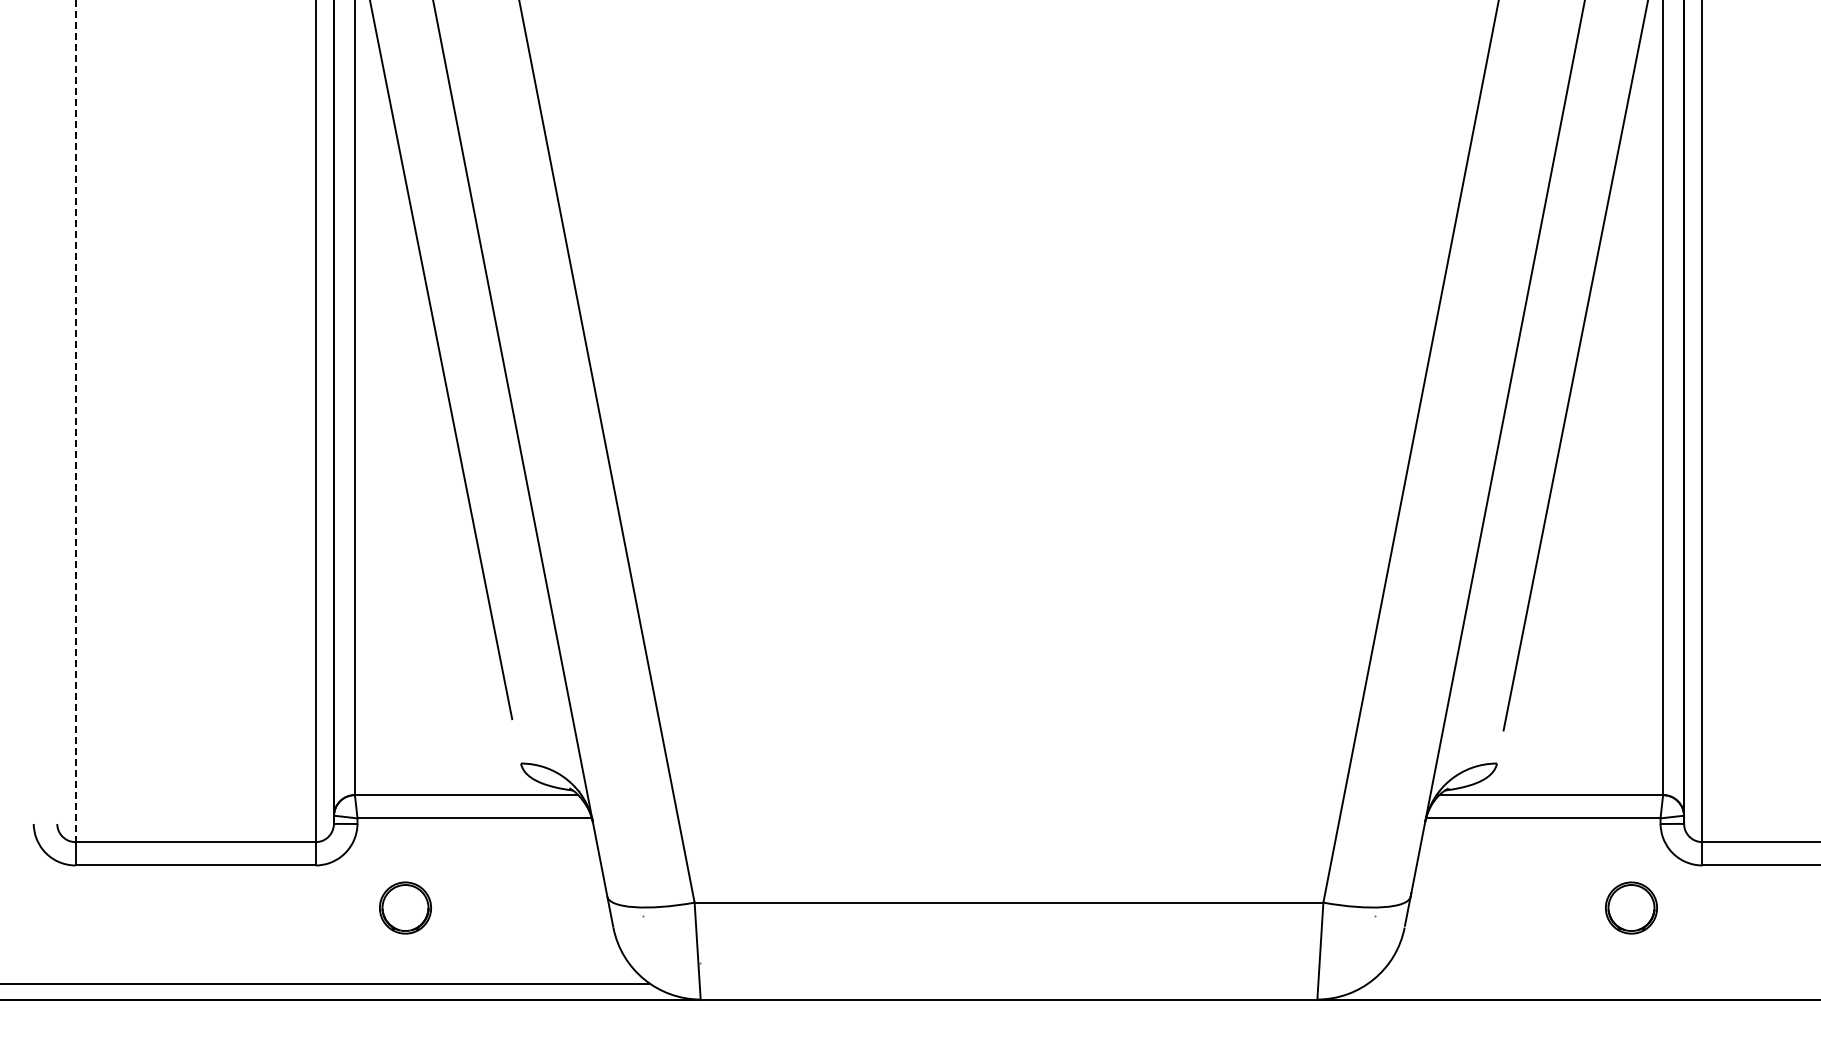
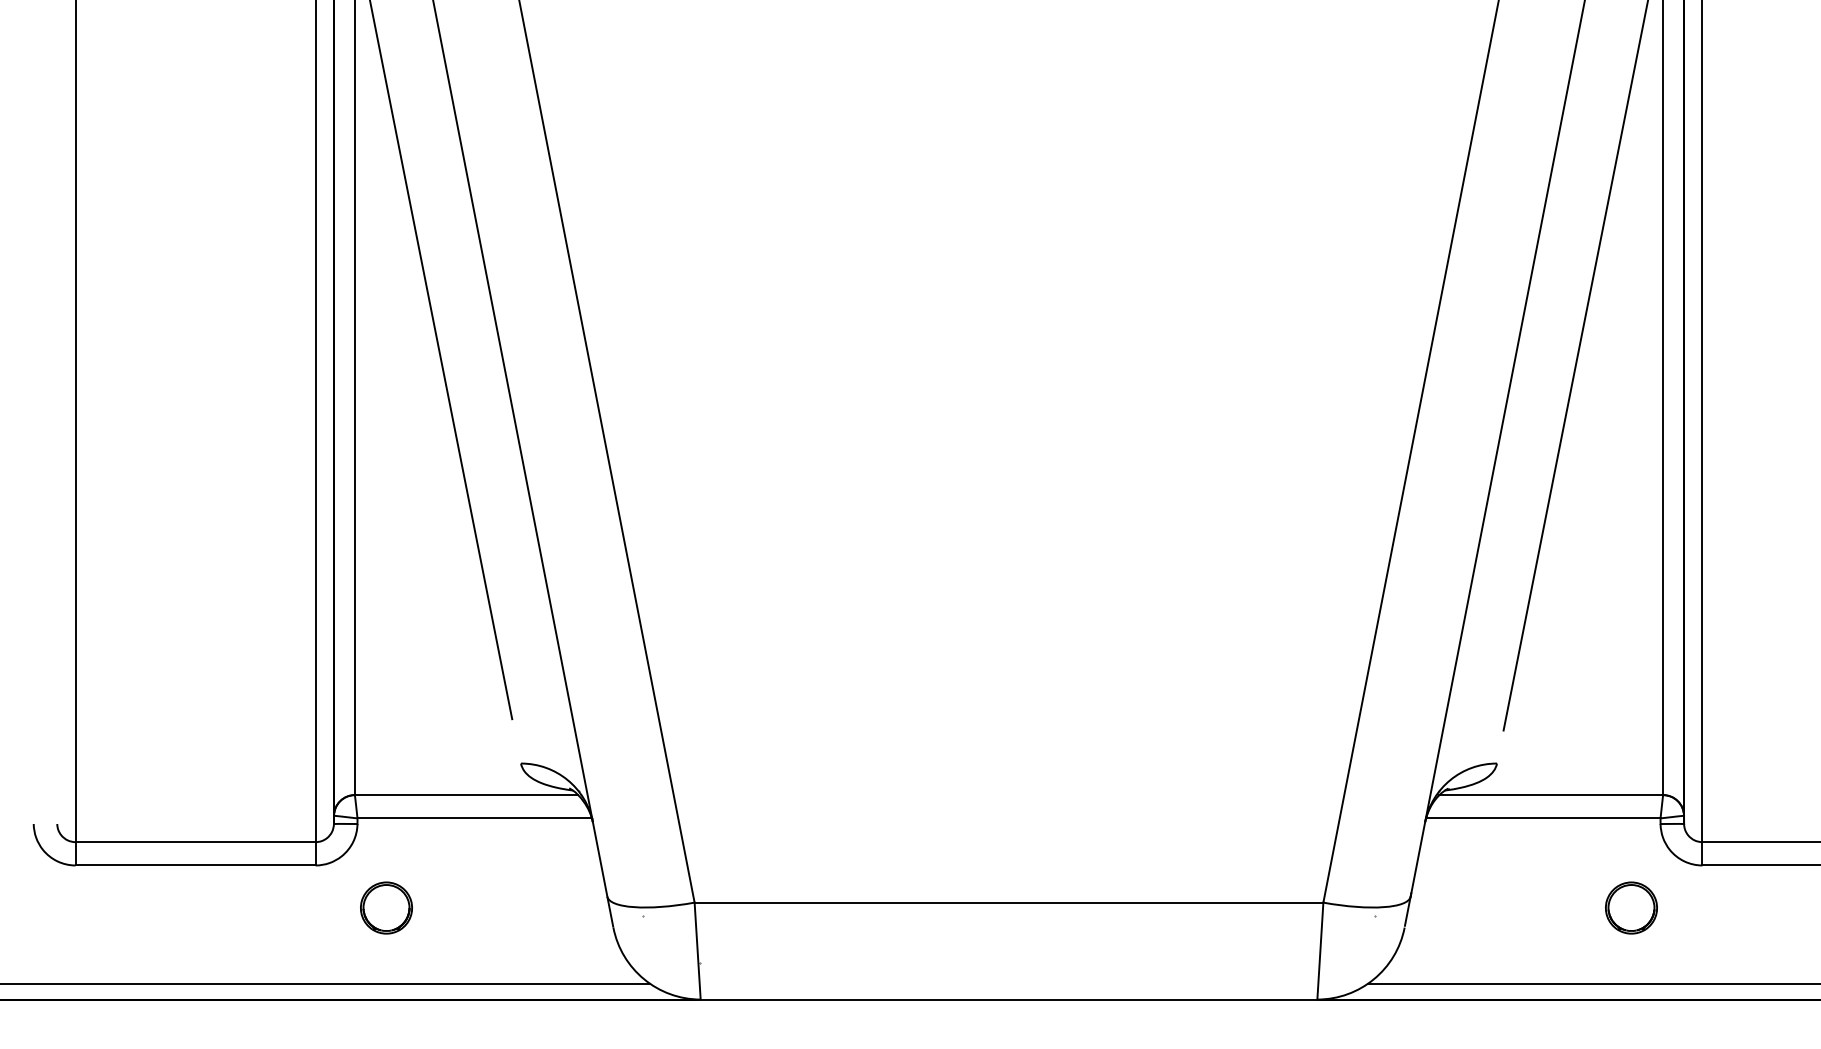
line at (75, 421): dashed -> solid
part at (405, 907) position: (405, 907) -> (386, 907)
line at (1592, 983): none -> present
